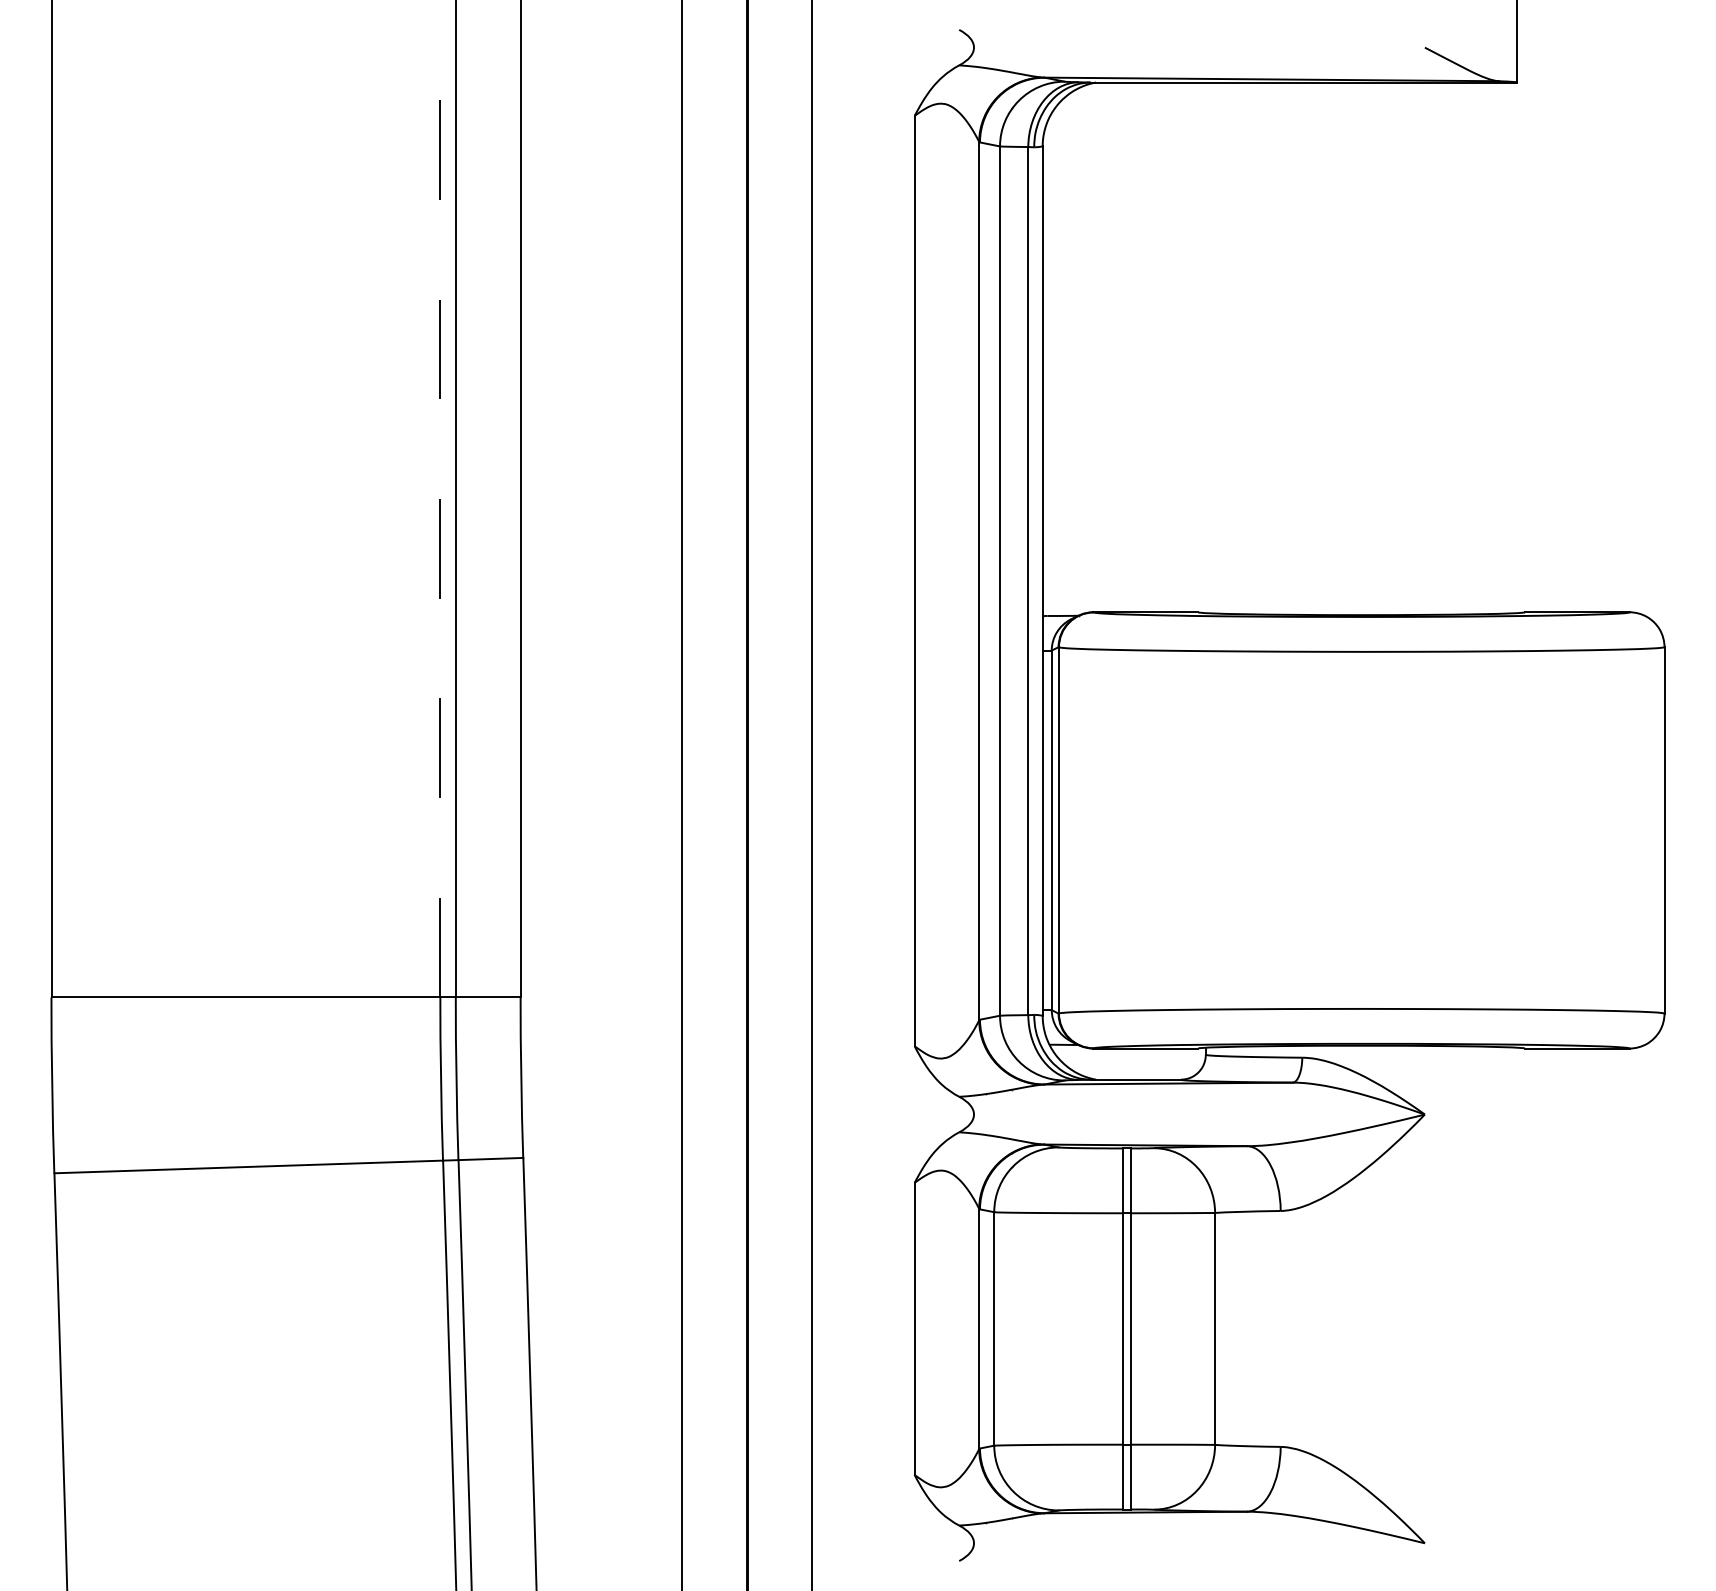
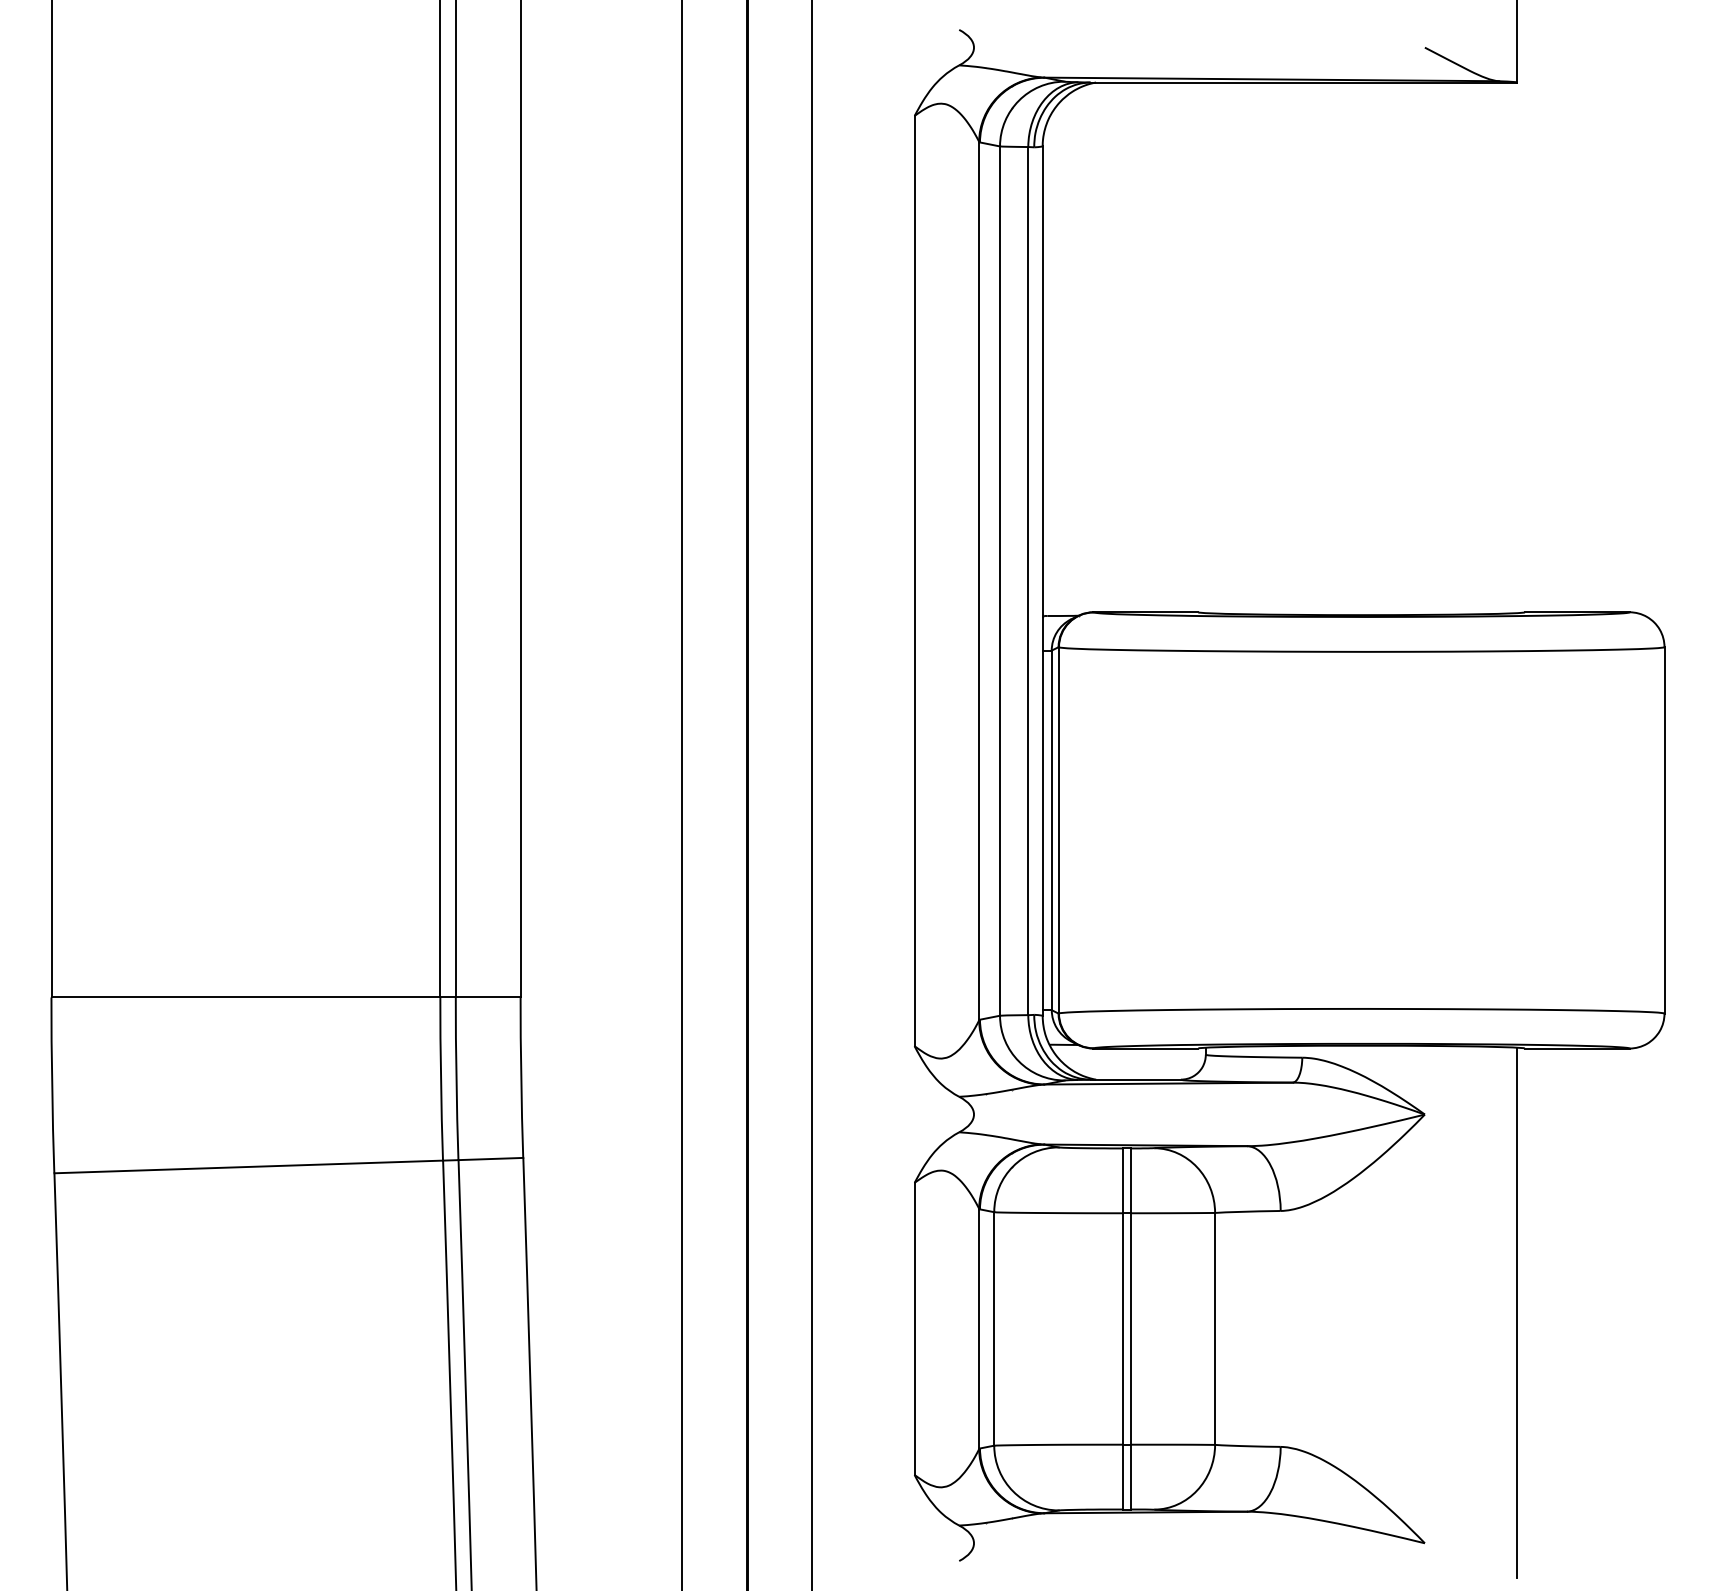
line at (440, 498): dashed -> solid
line at (1517, 1312): none -> present
